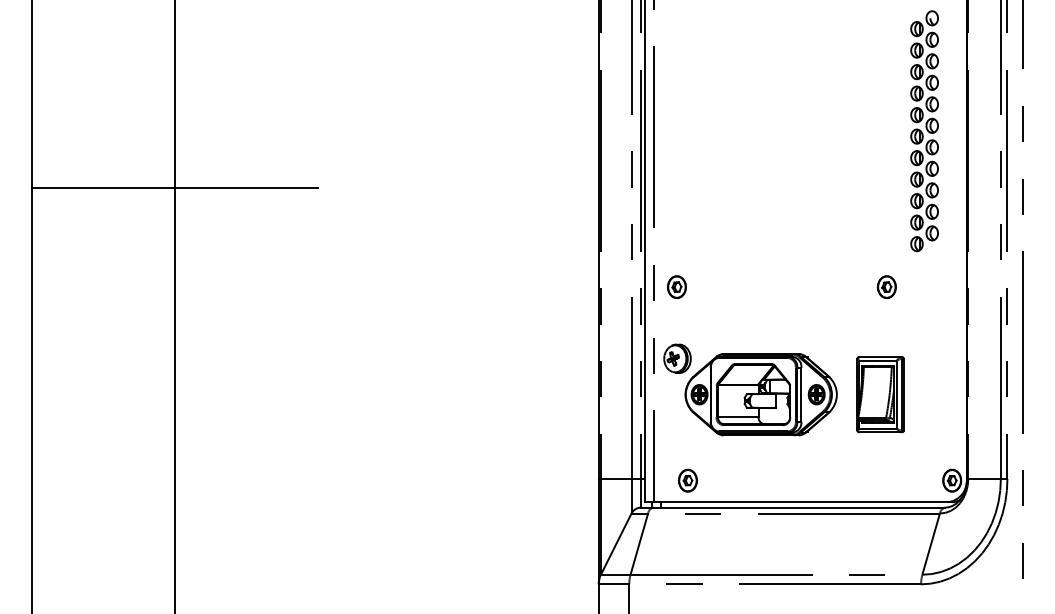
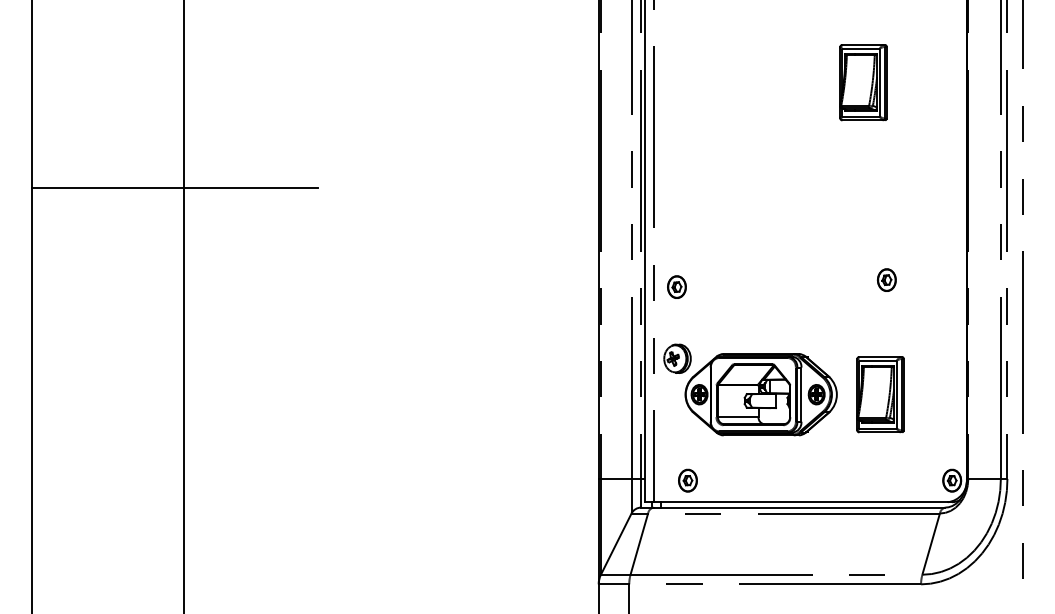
part at (863, 82): none -> present
part at (924, 131): present -> none
part at (886, 286) position: (886, 286) -> (886, 279)
line at (175, 306) position: (175, 306) -> (184, 306)
